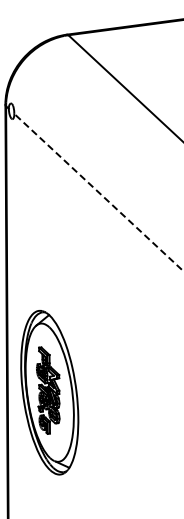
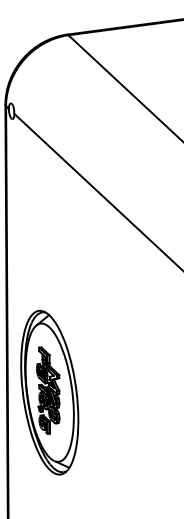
line at (98, 192): dashed -> solid
